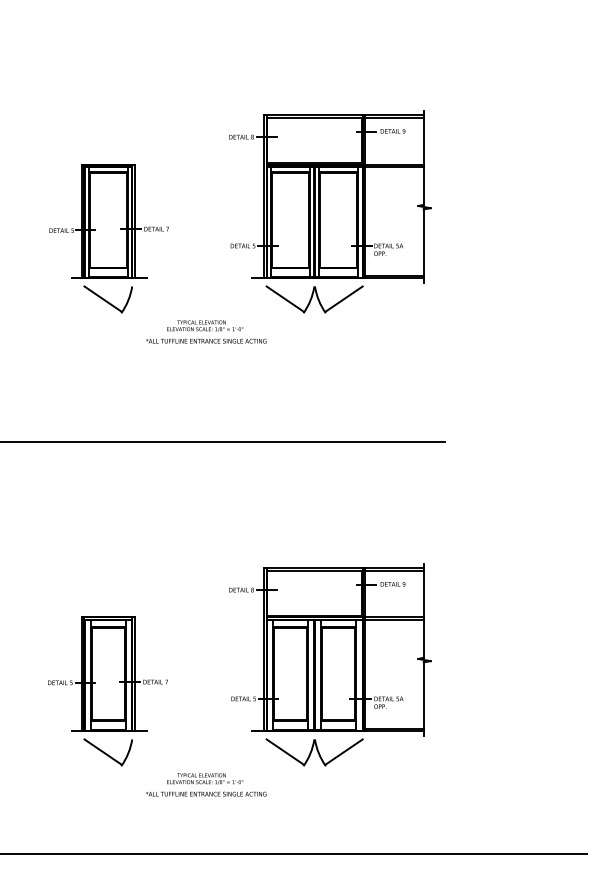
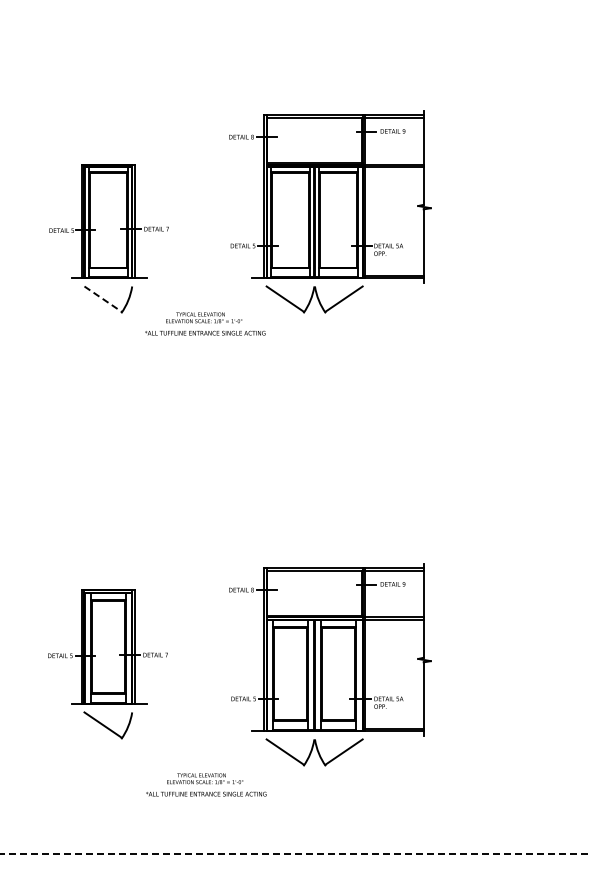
line at (103, 299): solid -> dashed
text at (206, 331) position: (206, 331) -> (205, 323)
line at (223, 442): present -> none
part at (107, 691) position: (107, 691) -> (107, 664)
line at (294, 853): solid -> dashed
